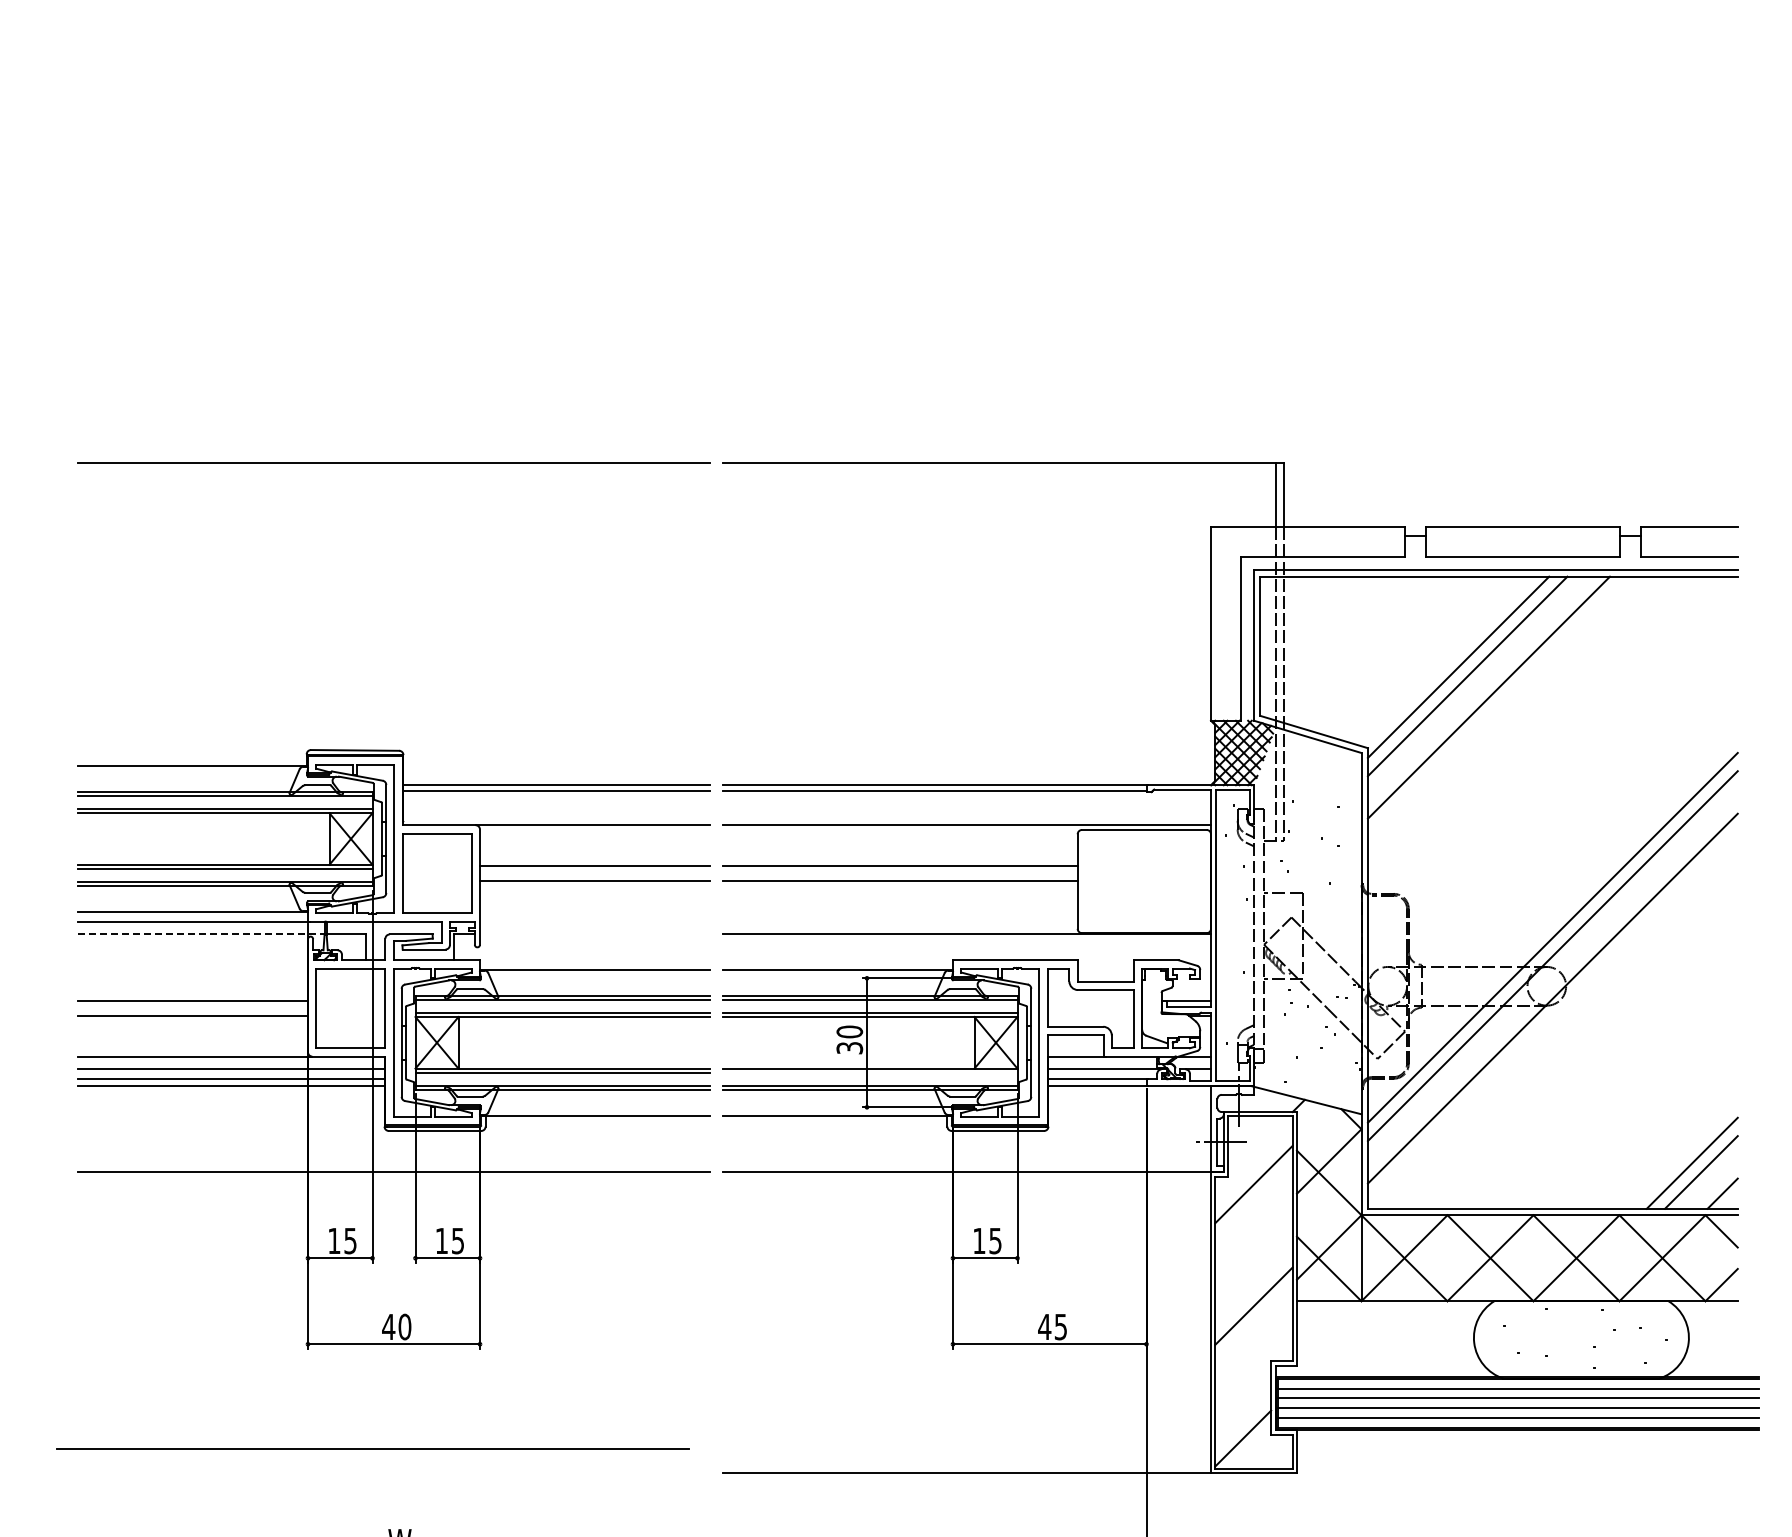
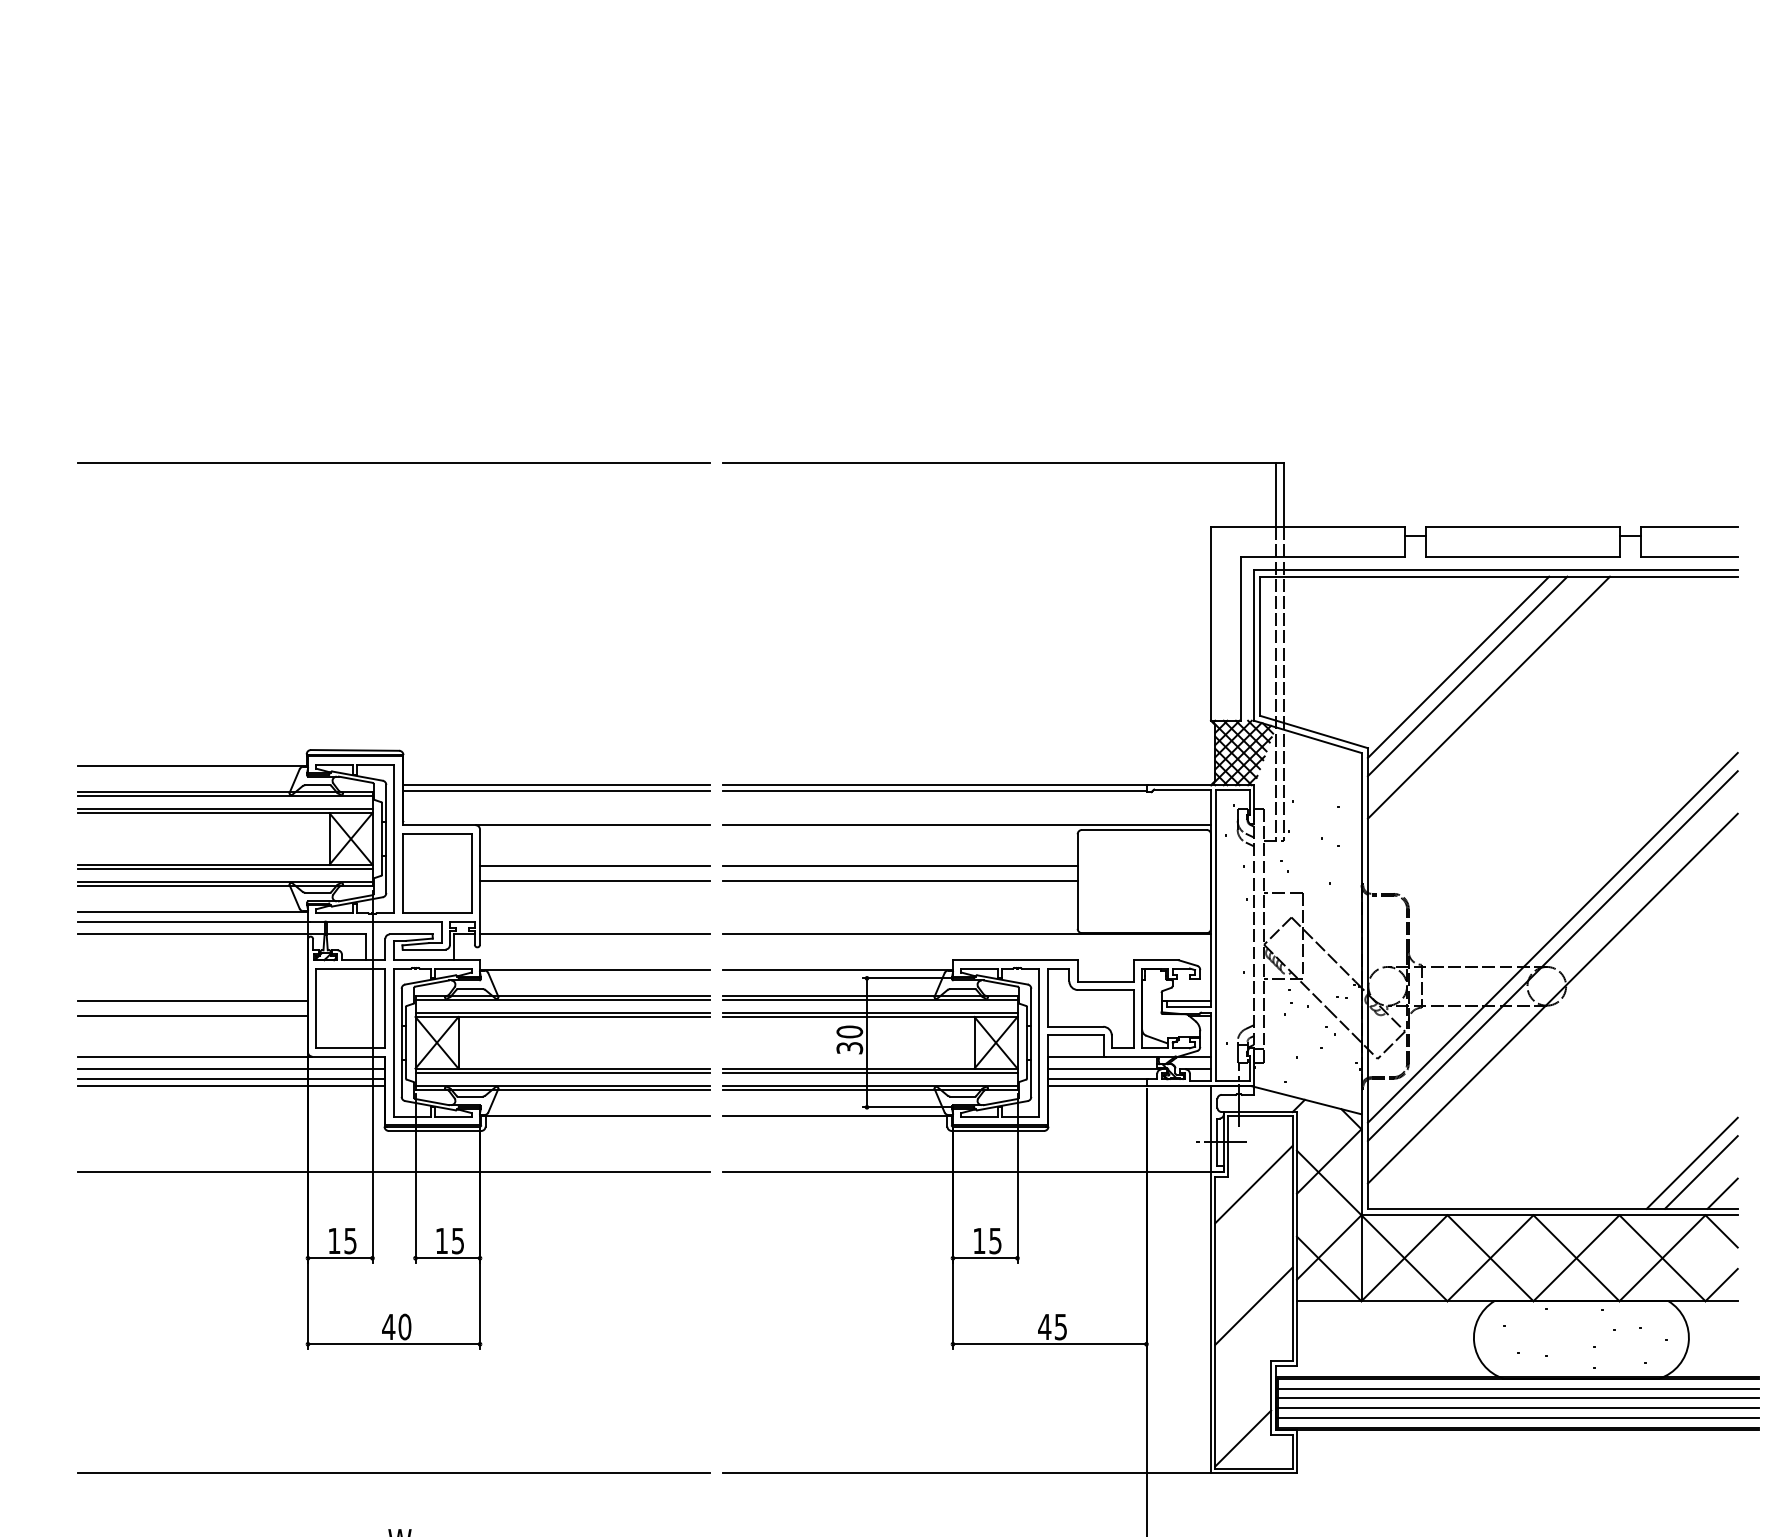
line at (201, 934): dashed -> solid
line at (595, 934): none -> present
line at (869, 1072): none -> present
line at (372, 1448) position: (372, 1448) -> (393, 1472)
